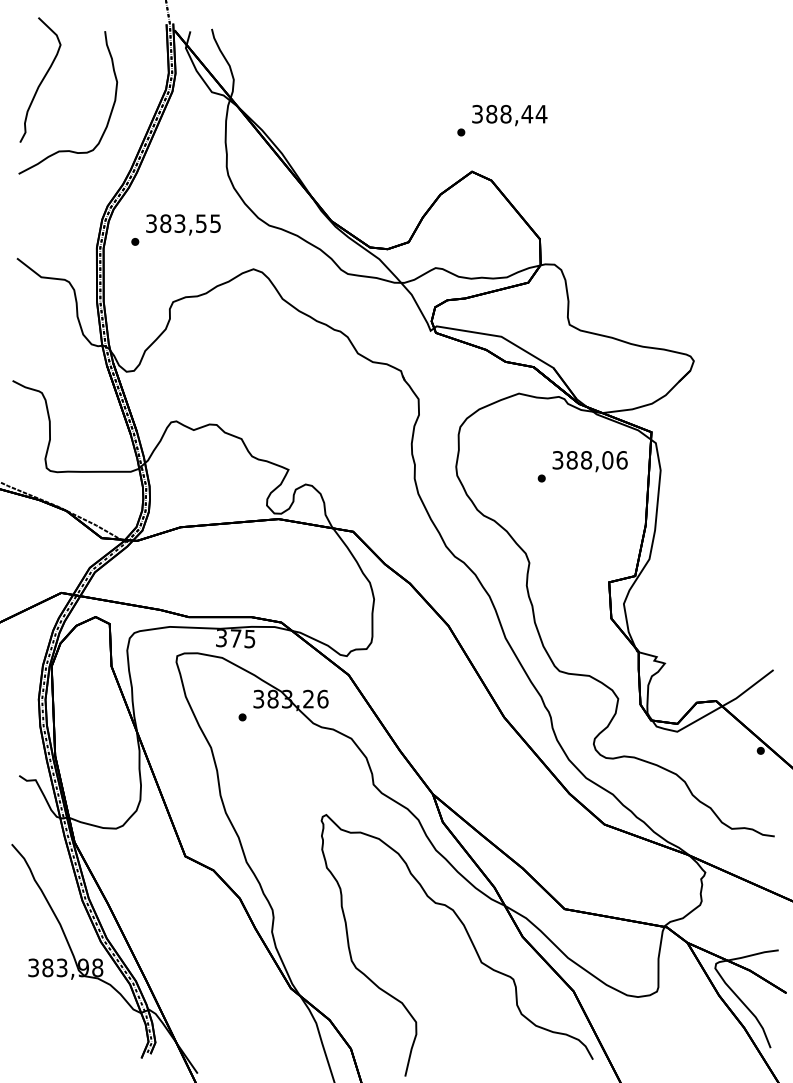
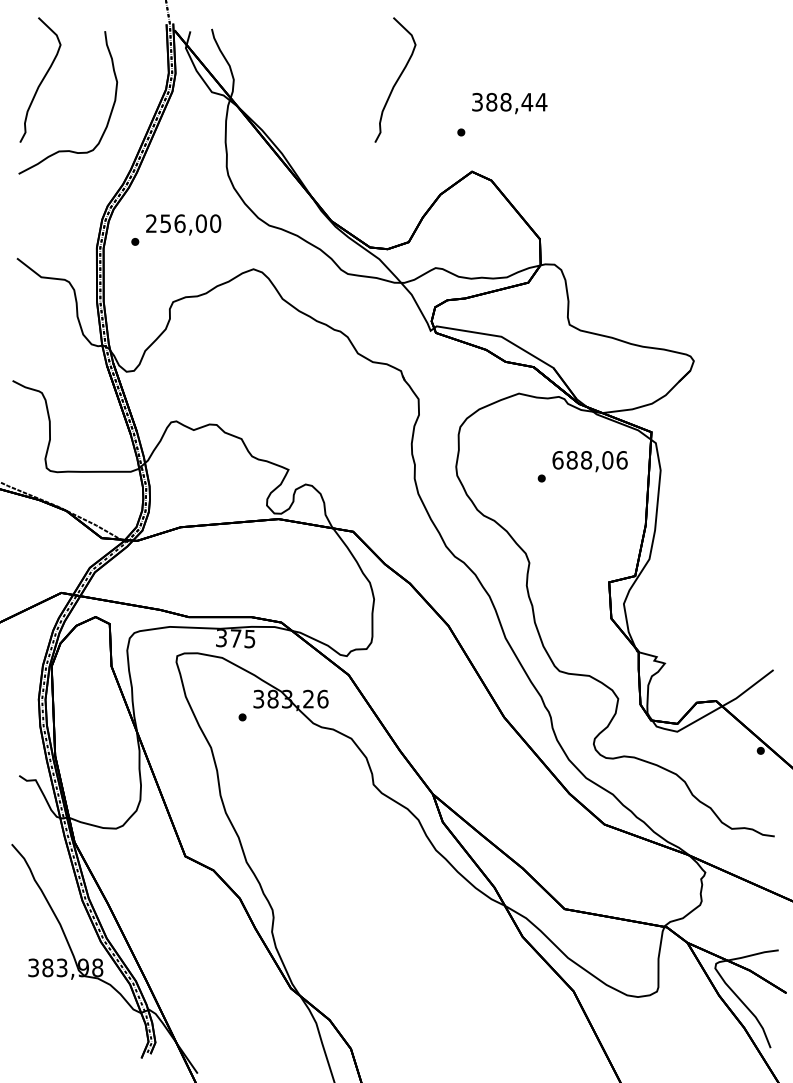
curve at (396, 80): none -> present
text at (509, 115) position: (509, 115) -> (509, 103)
text at (183, 223): 383,55 -> 256,00
text at (557, 460): 388,06 -> 688,06
curve at (469, 939): present -> none
